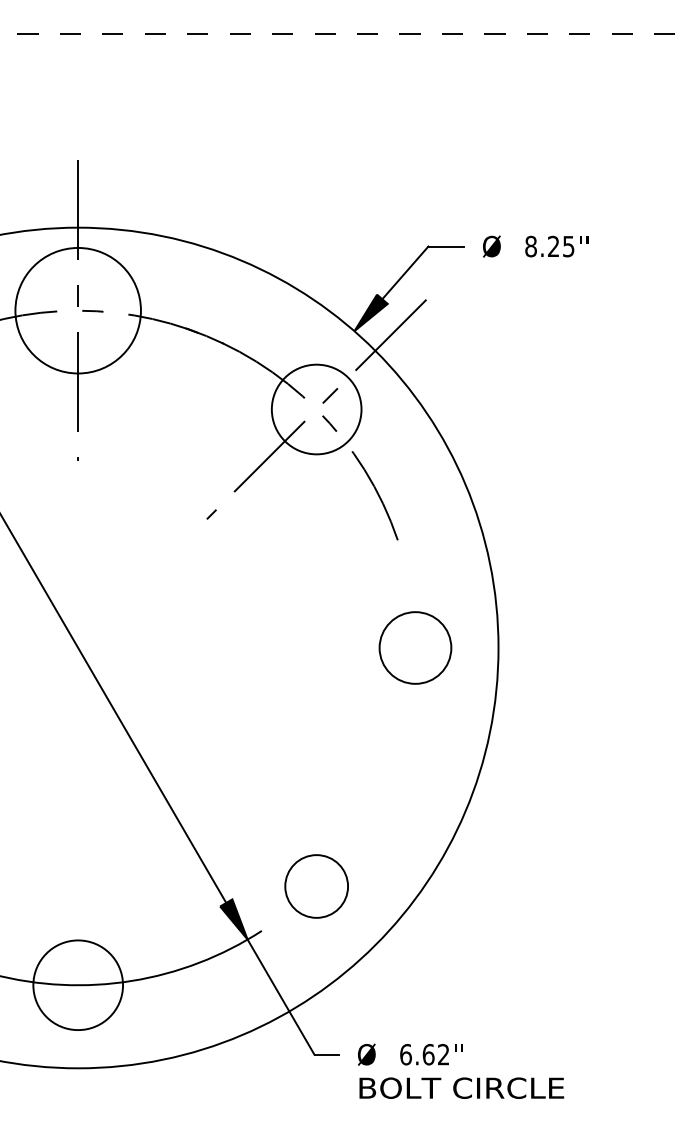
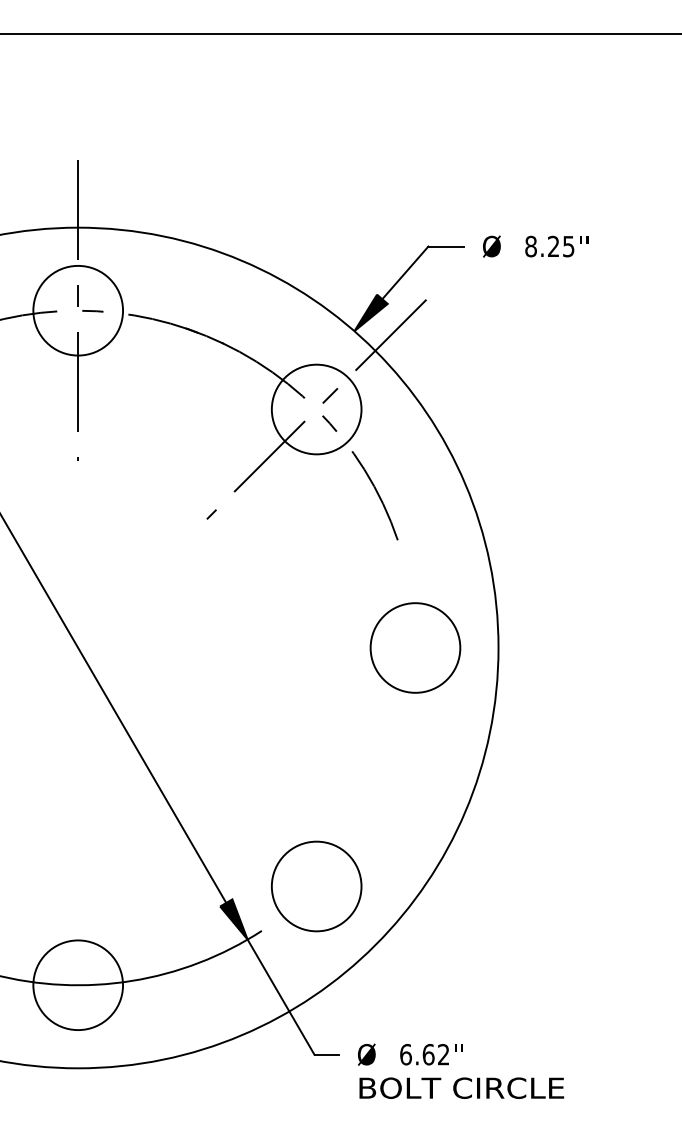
line at (341, 33): dashed -> solid
circle at (77, 310) diameter: 126 px -> 90 px
circle at (415, 647) size: 75x74 px -> 93x92 px
circle at (316, 886) diameter: 63 px -> 90 px
